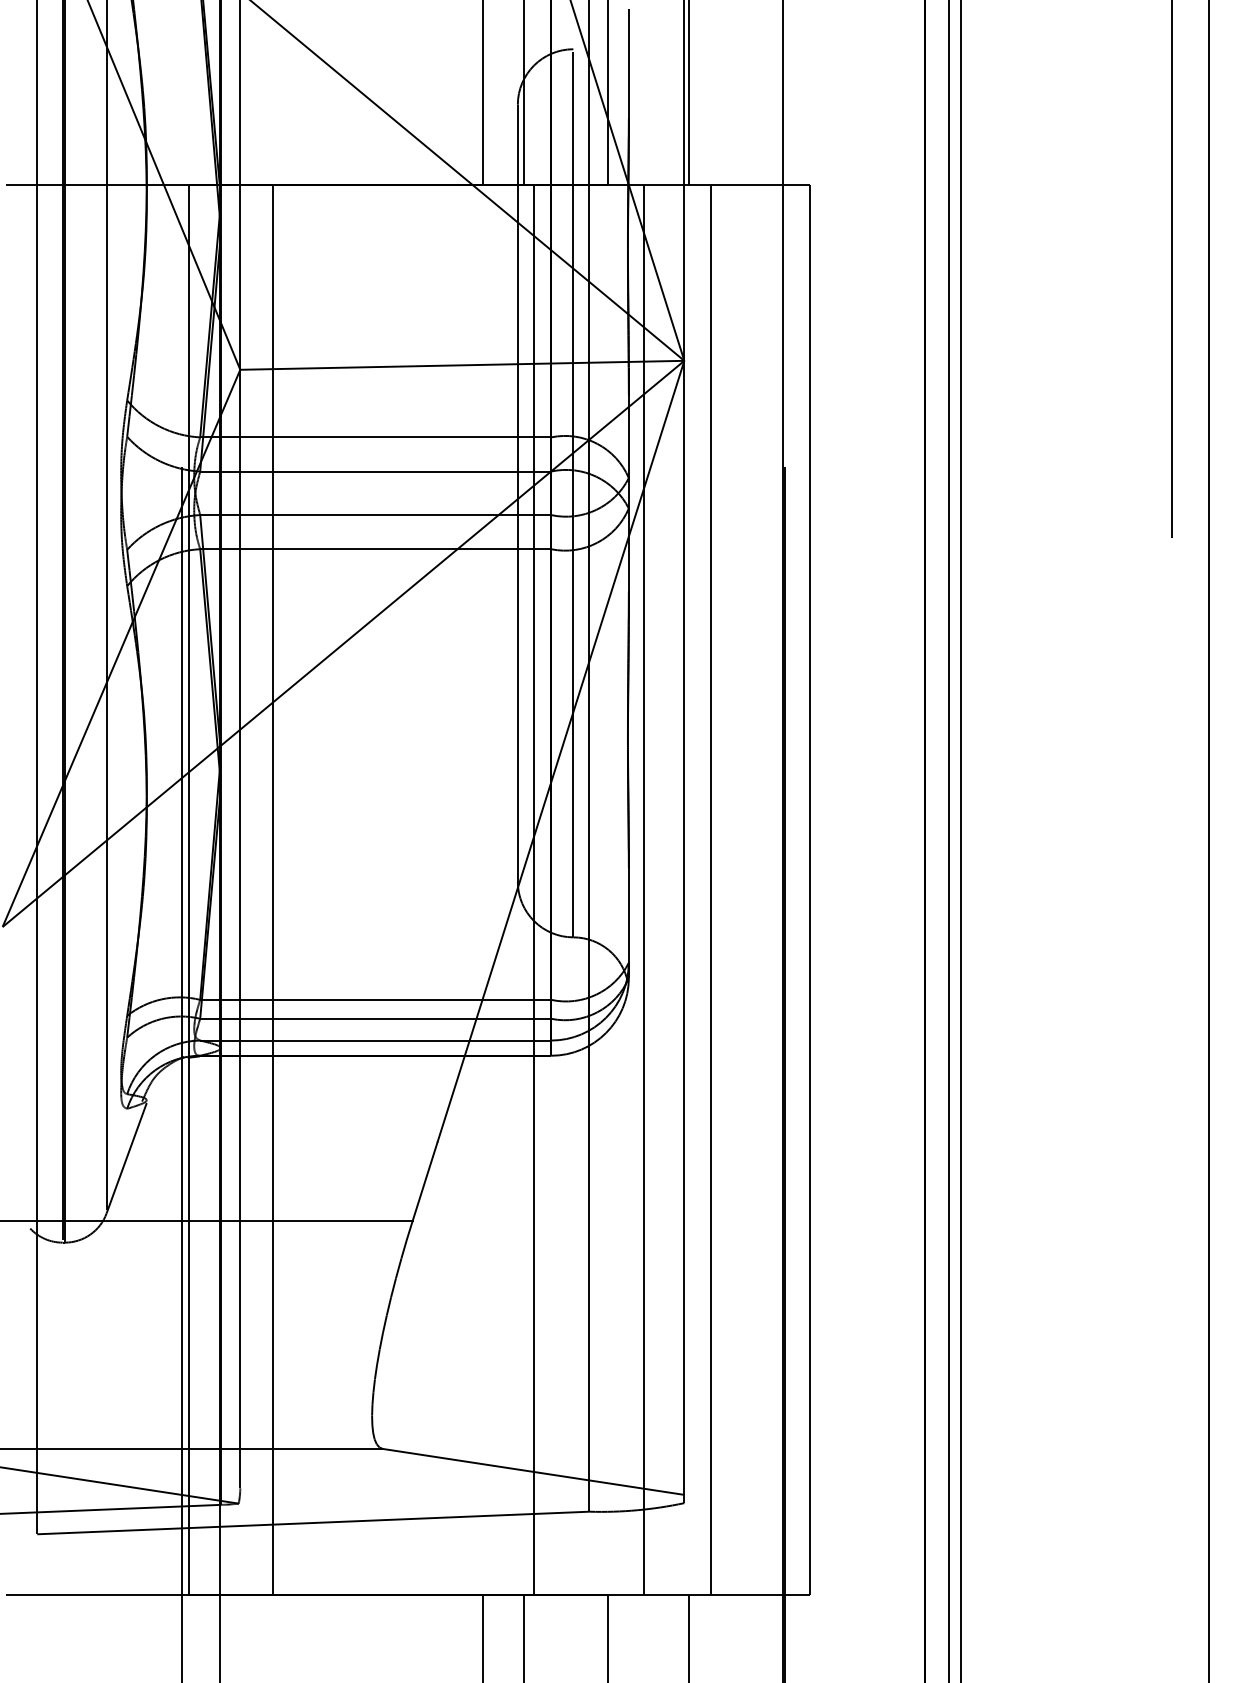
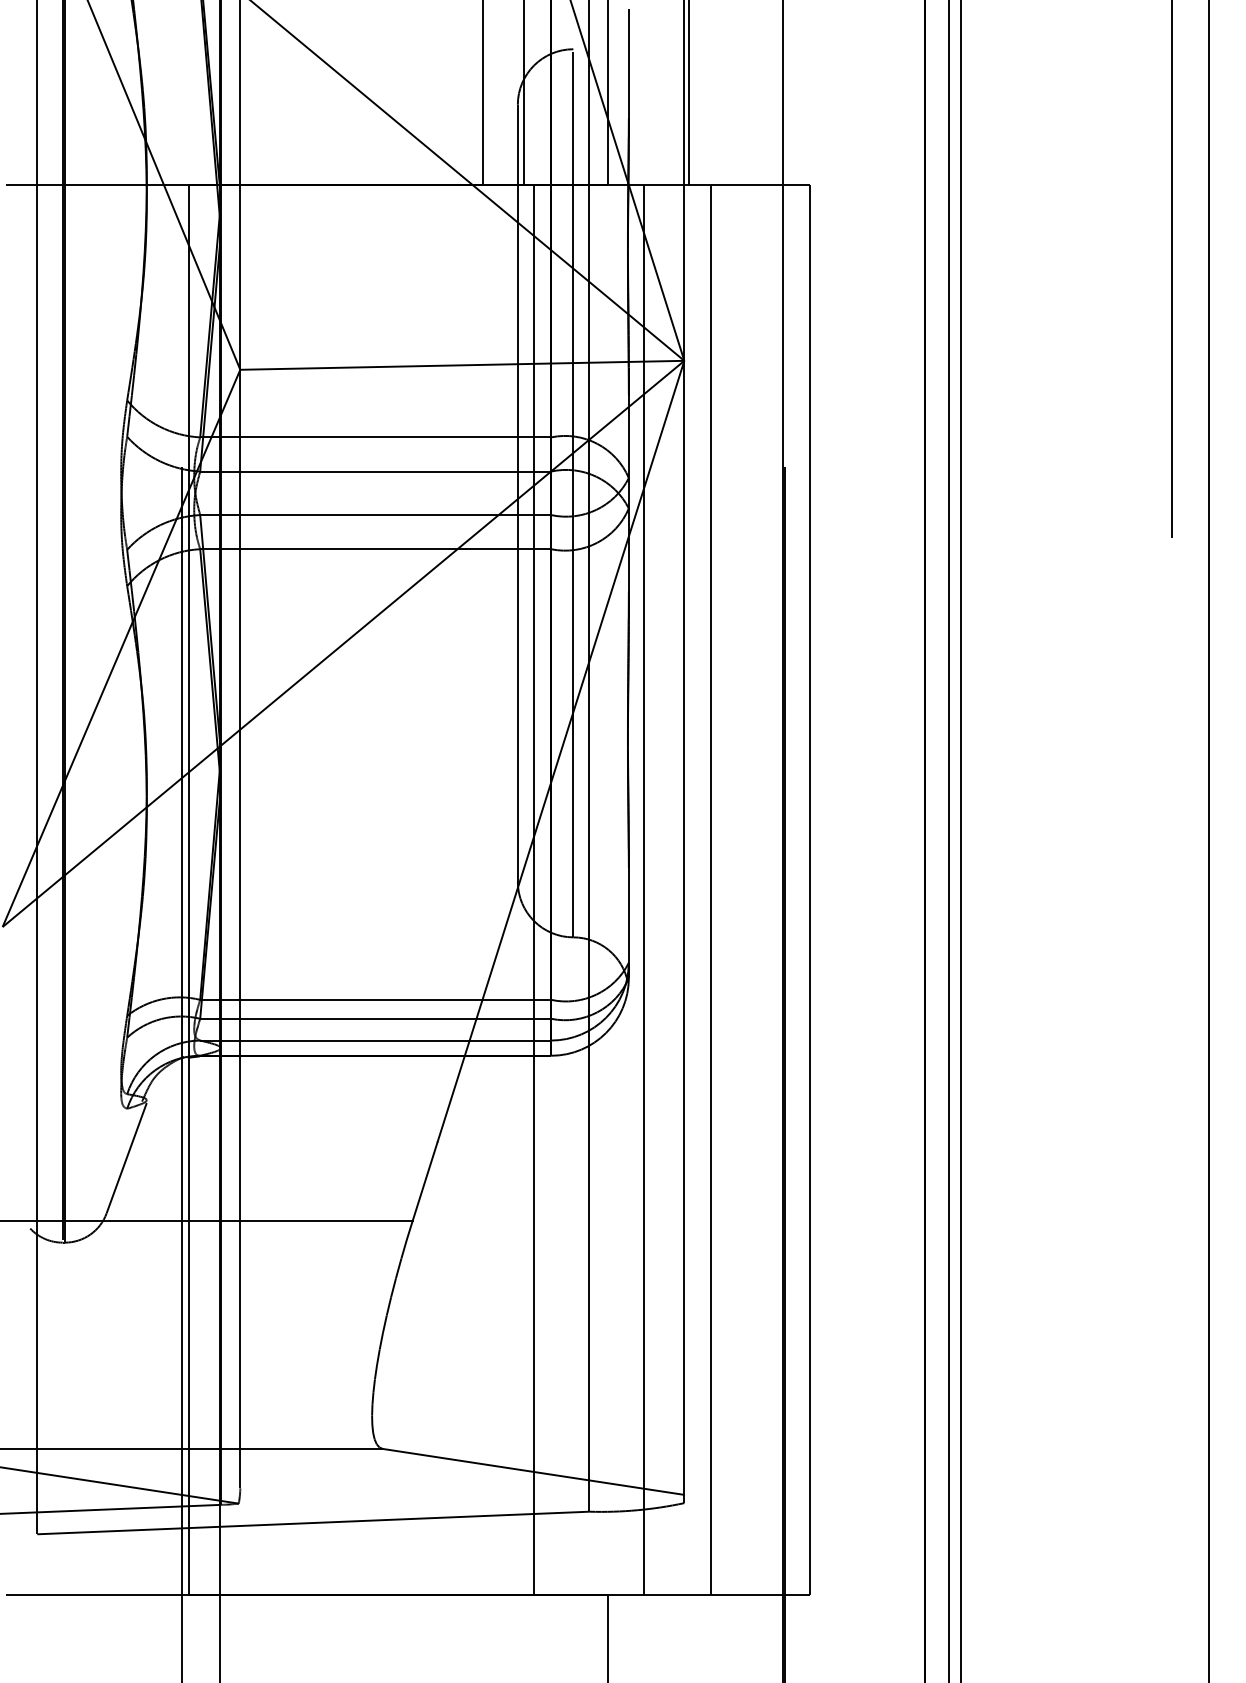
line at (106, 606): present -> none
line at (273, 890): present -> none
line at (482, 1637): present -> none
line at (523, 1637): present -> none
line at (689, 1637): present -> none
